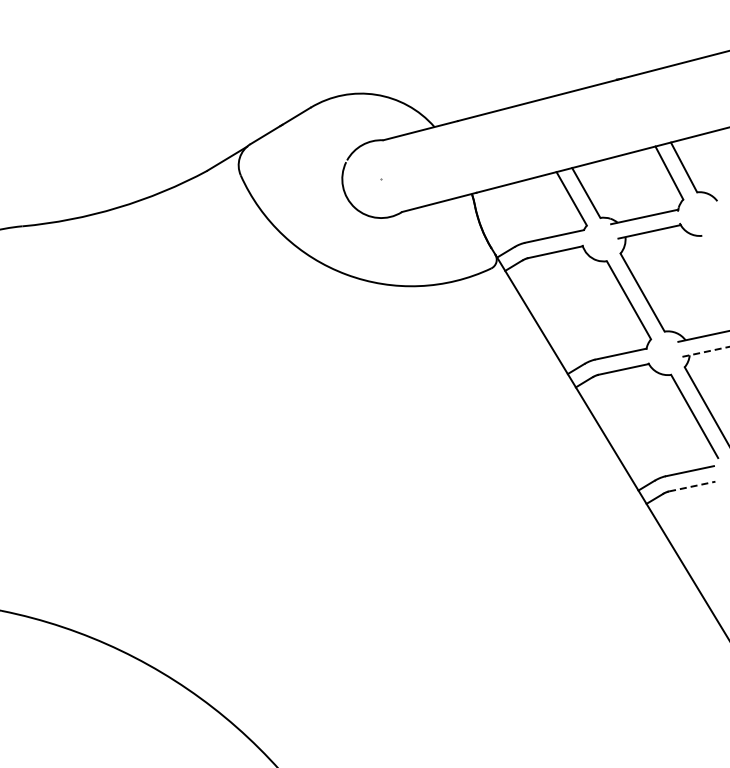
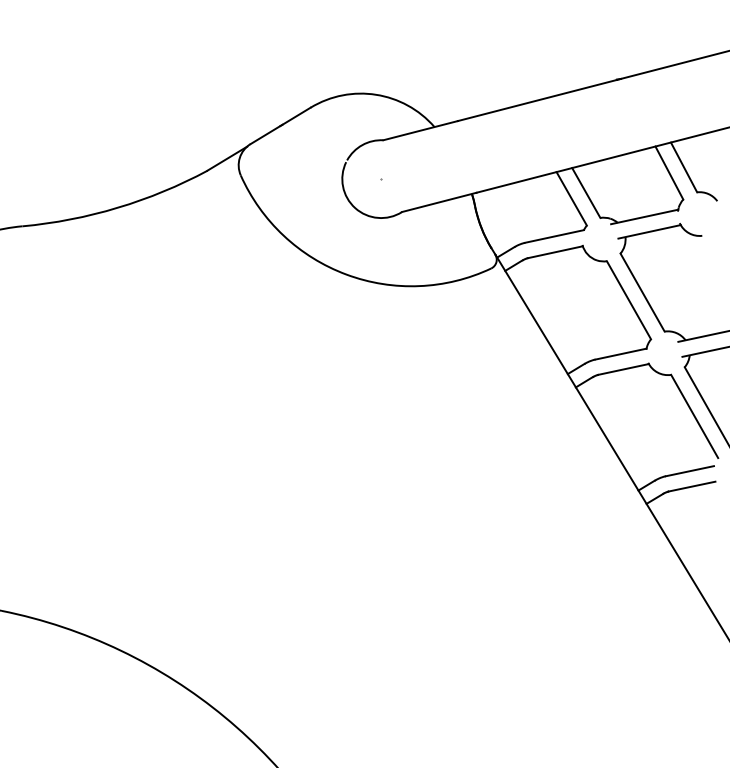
line at (705, 351): dashed -> solid
line at (692, 486): dashed -> solid
